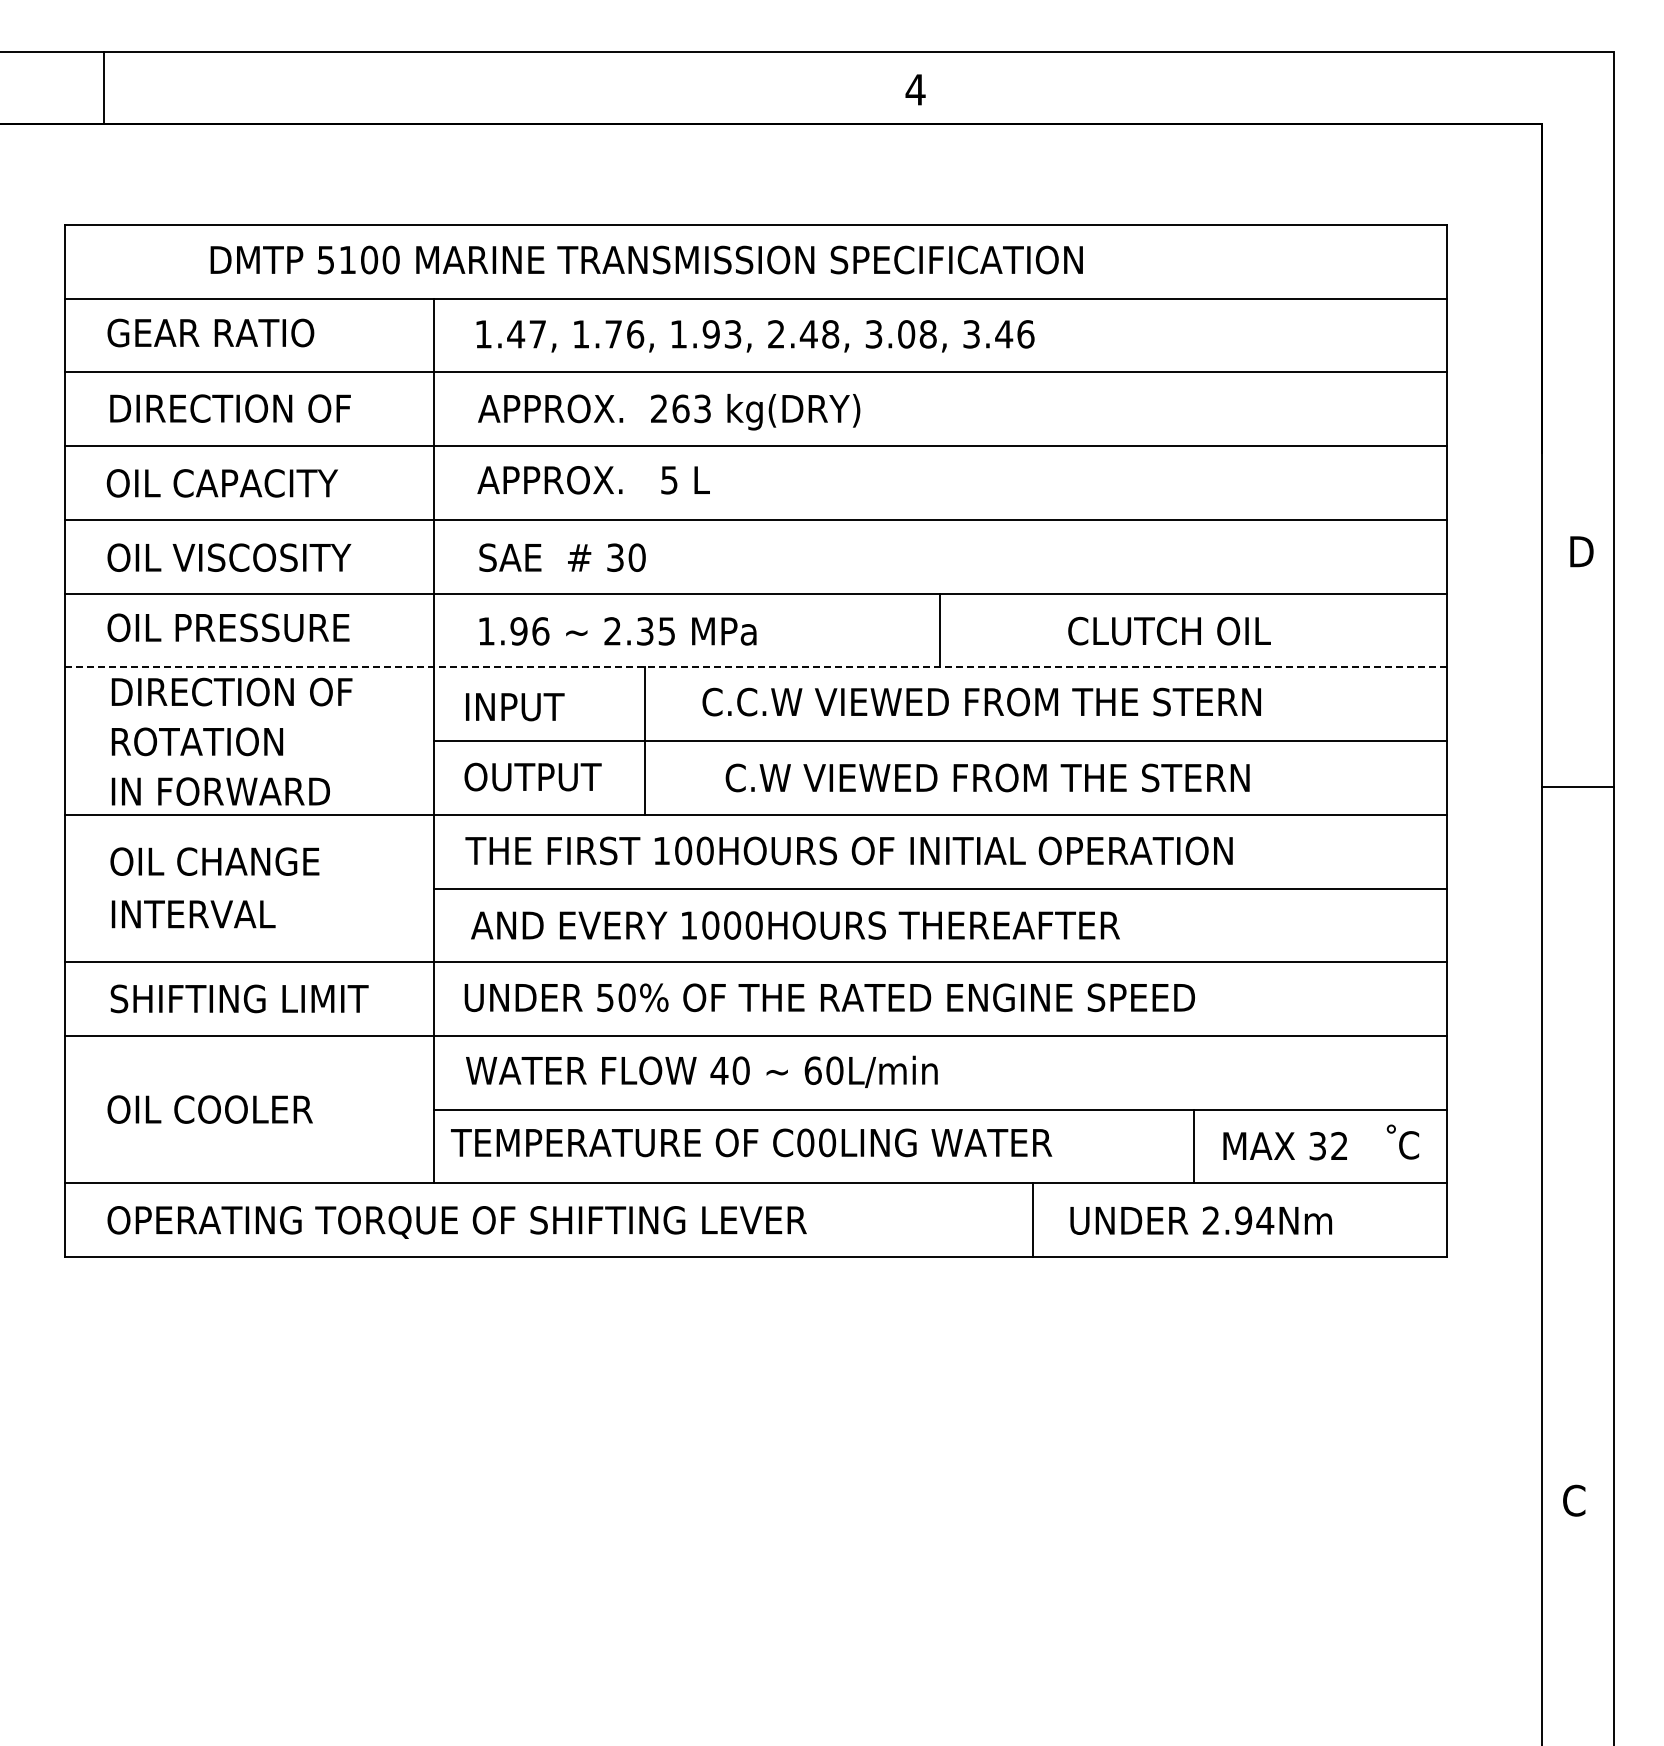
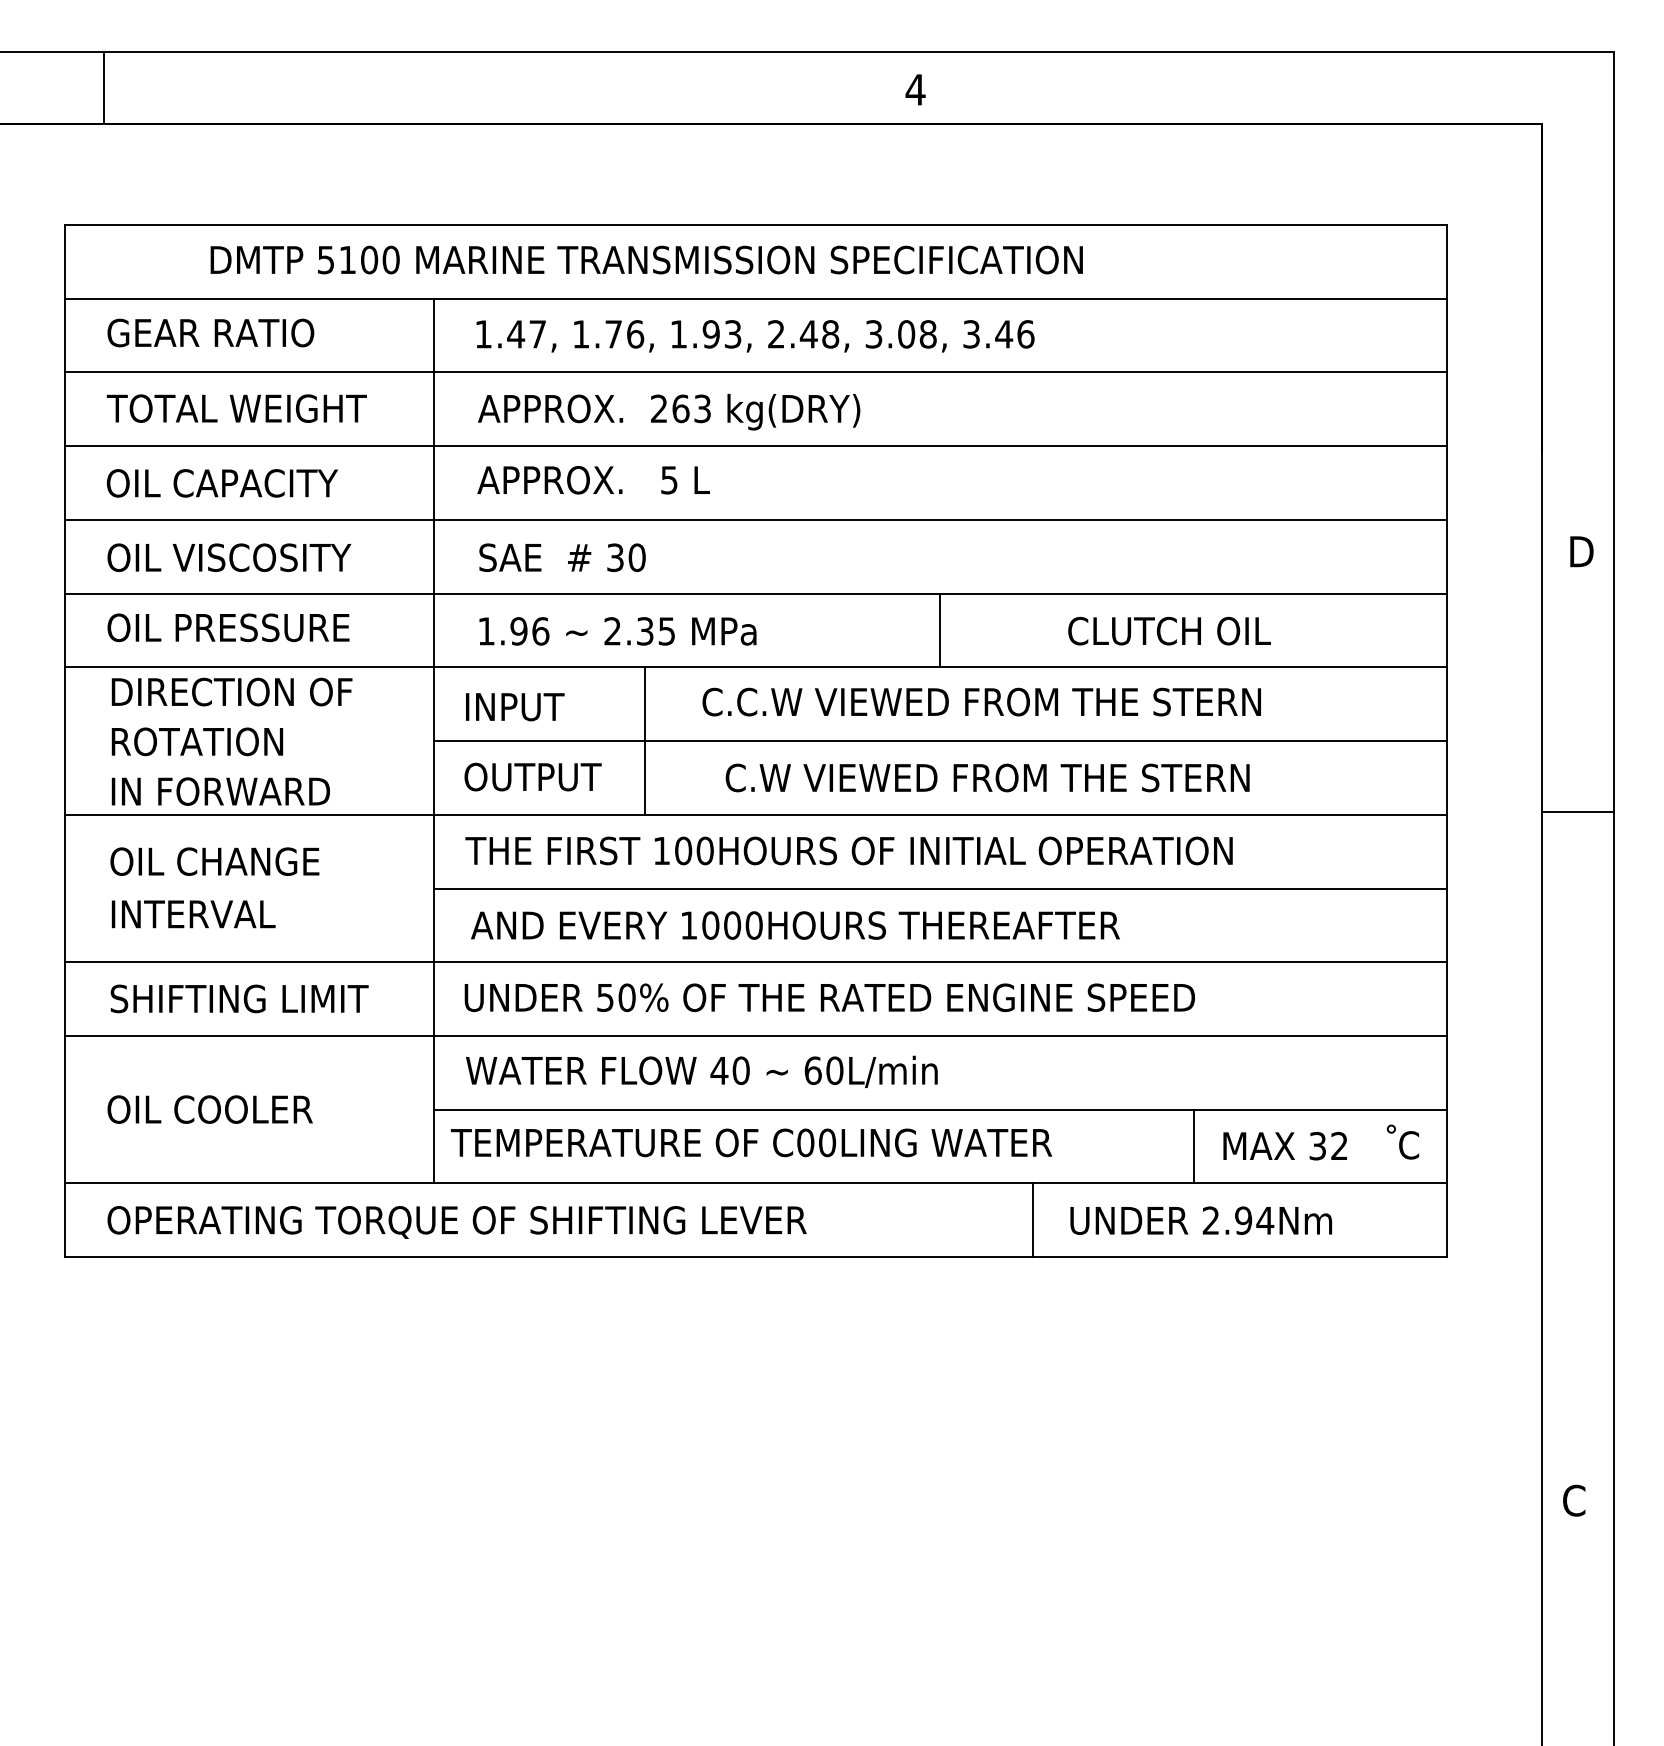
text at (236, 408): DIRECTION OF -> TOTAL WEIGHT
line at (756, 667): dashed -> solid
line at (1578, 787) position: (1578, 787) -> (1578, 812)
